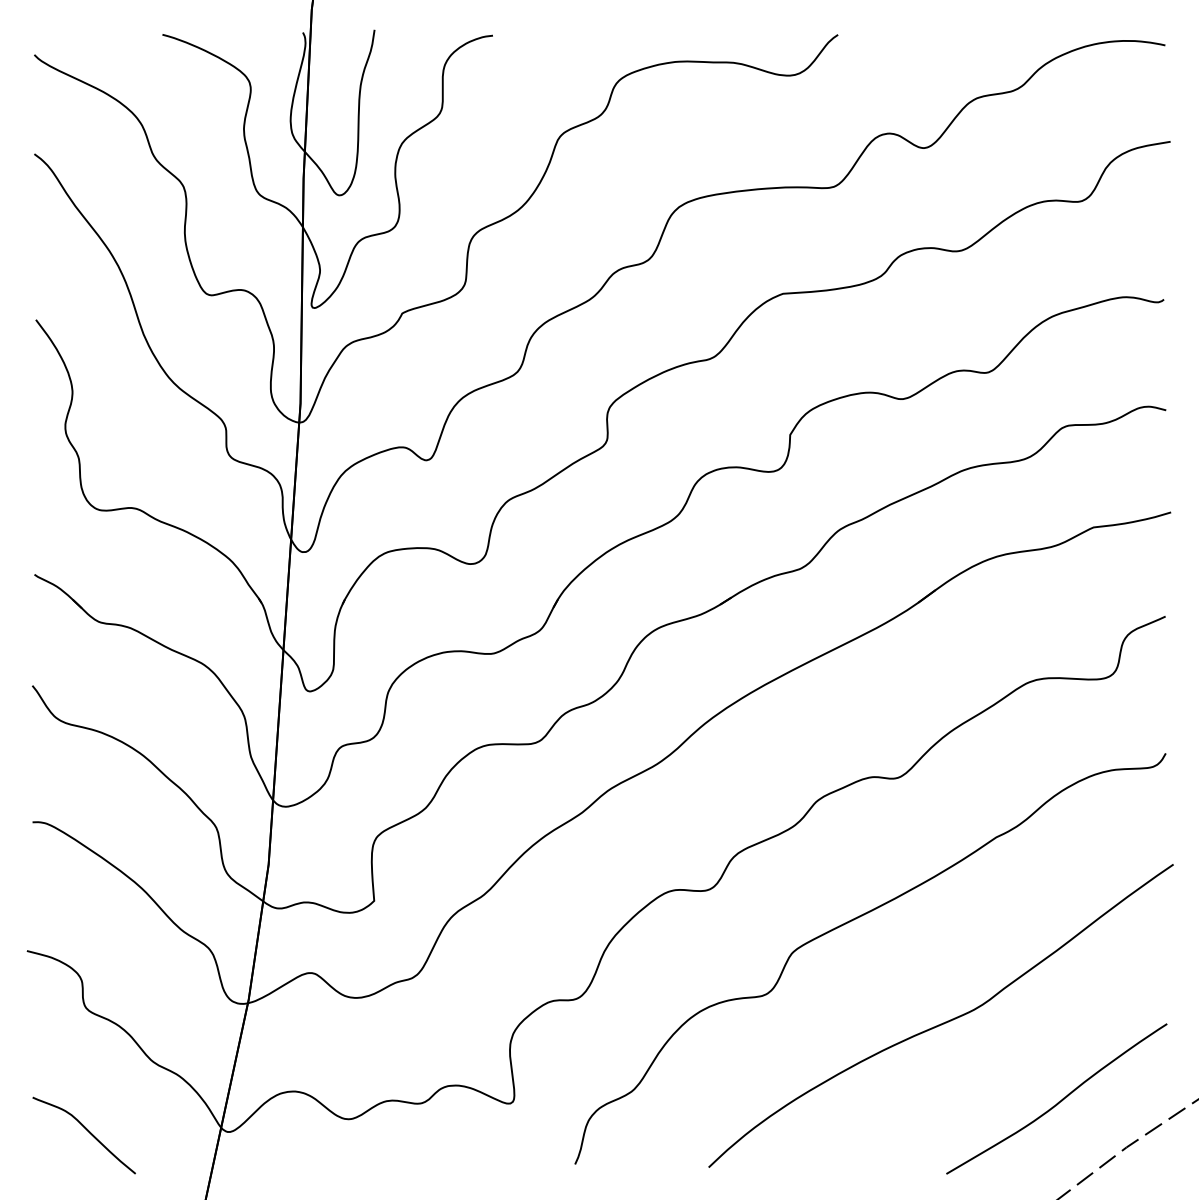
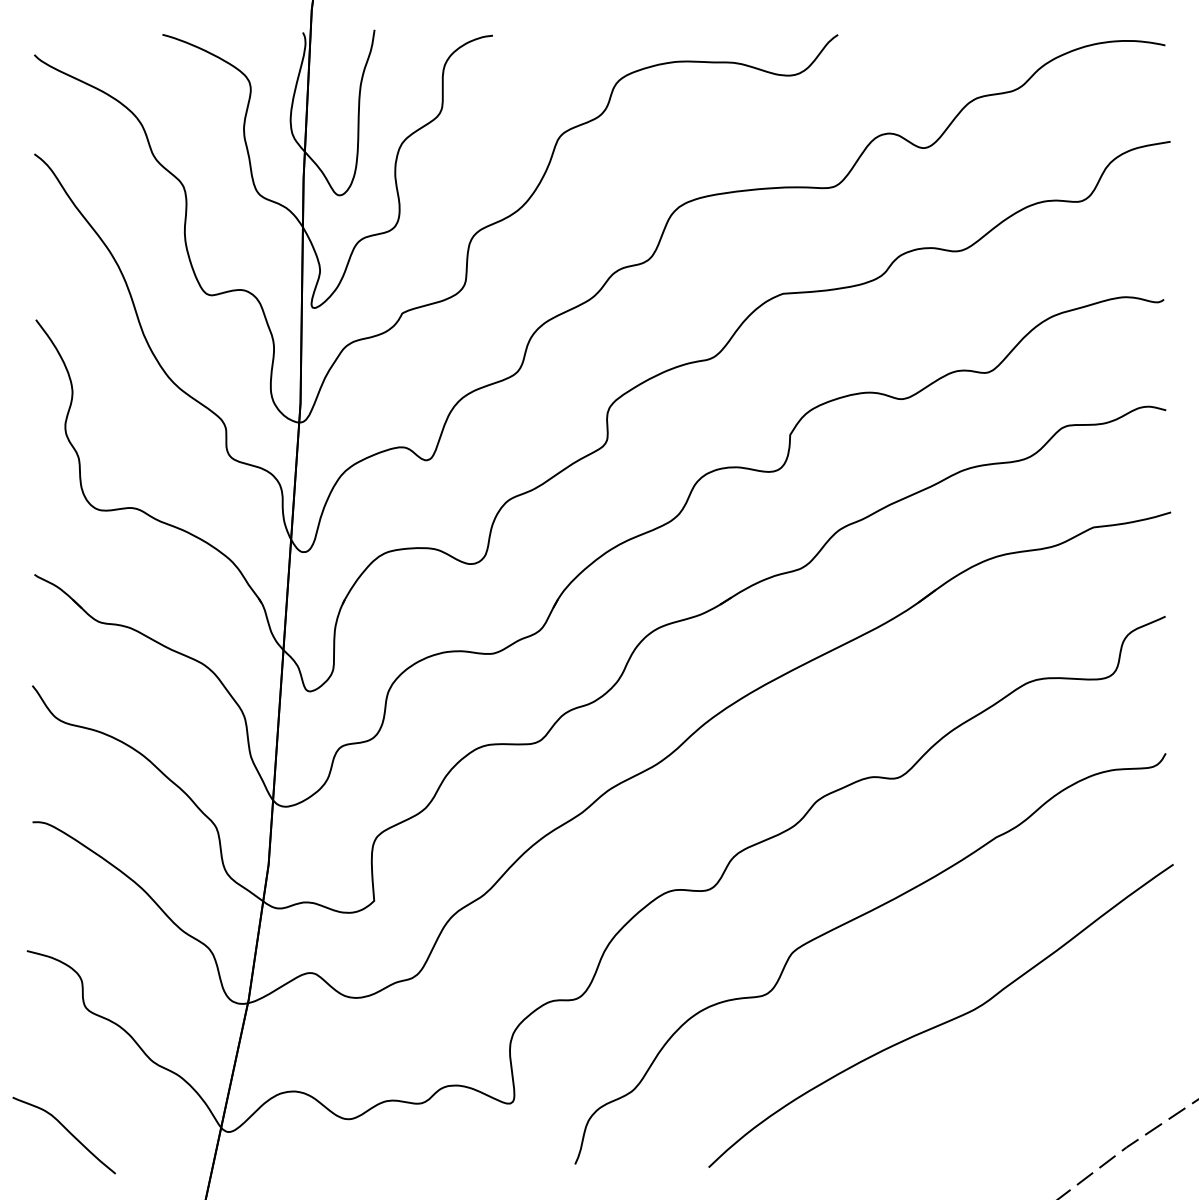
curve at (1058, 1101): present -> none
curve at (87, 1131) position: (87, 1131) -> (67, 1131)
